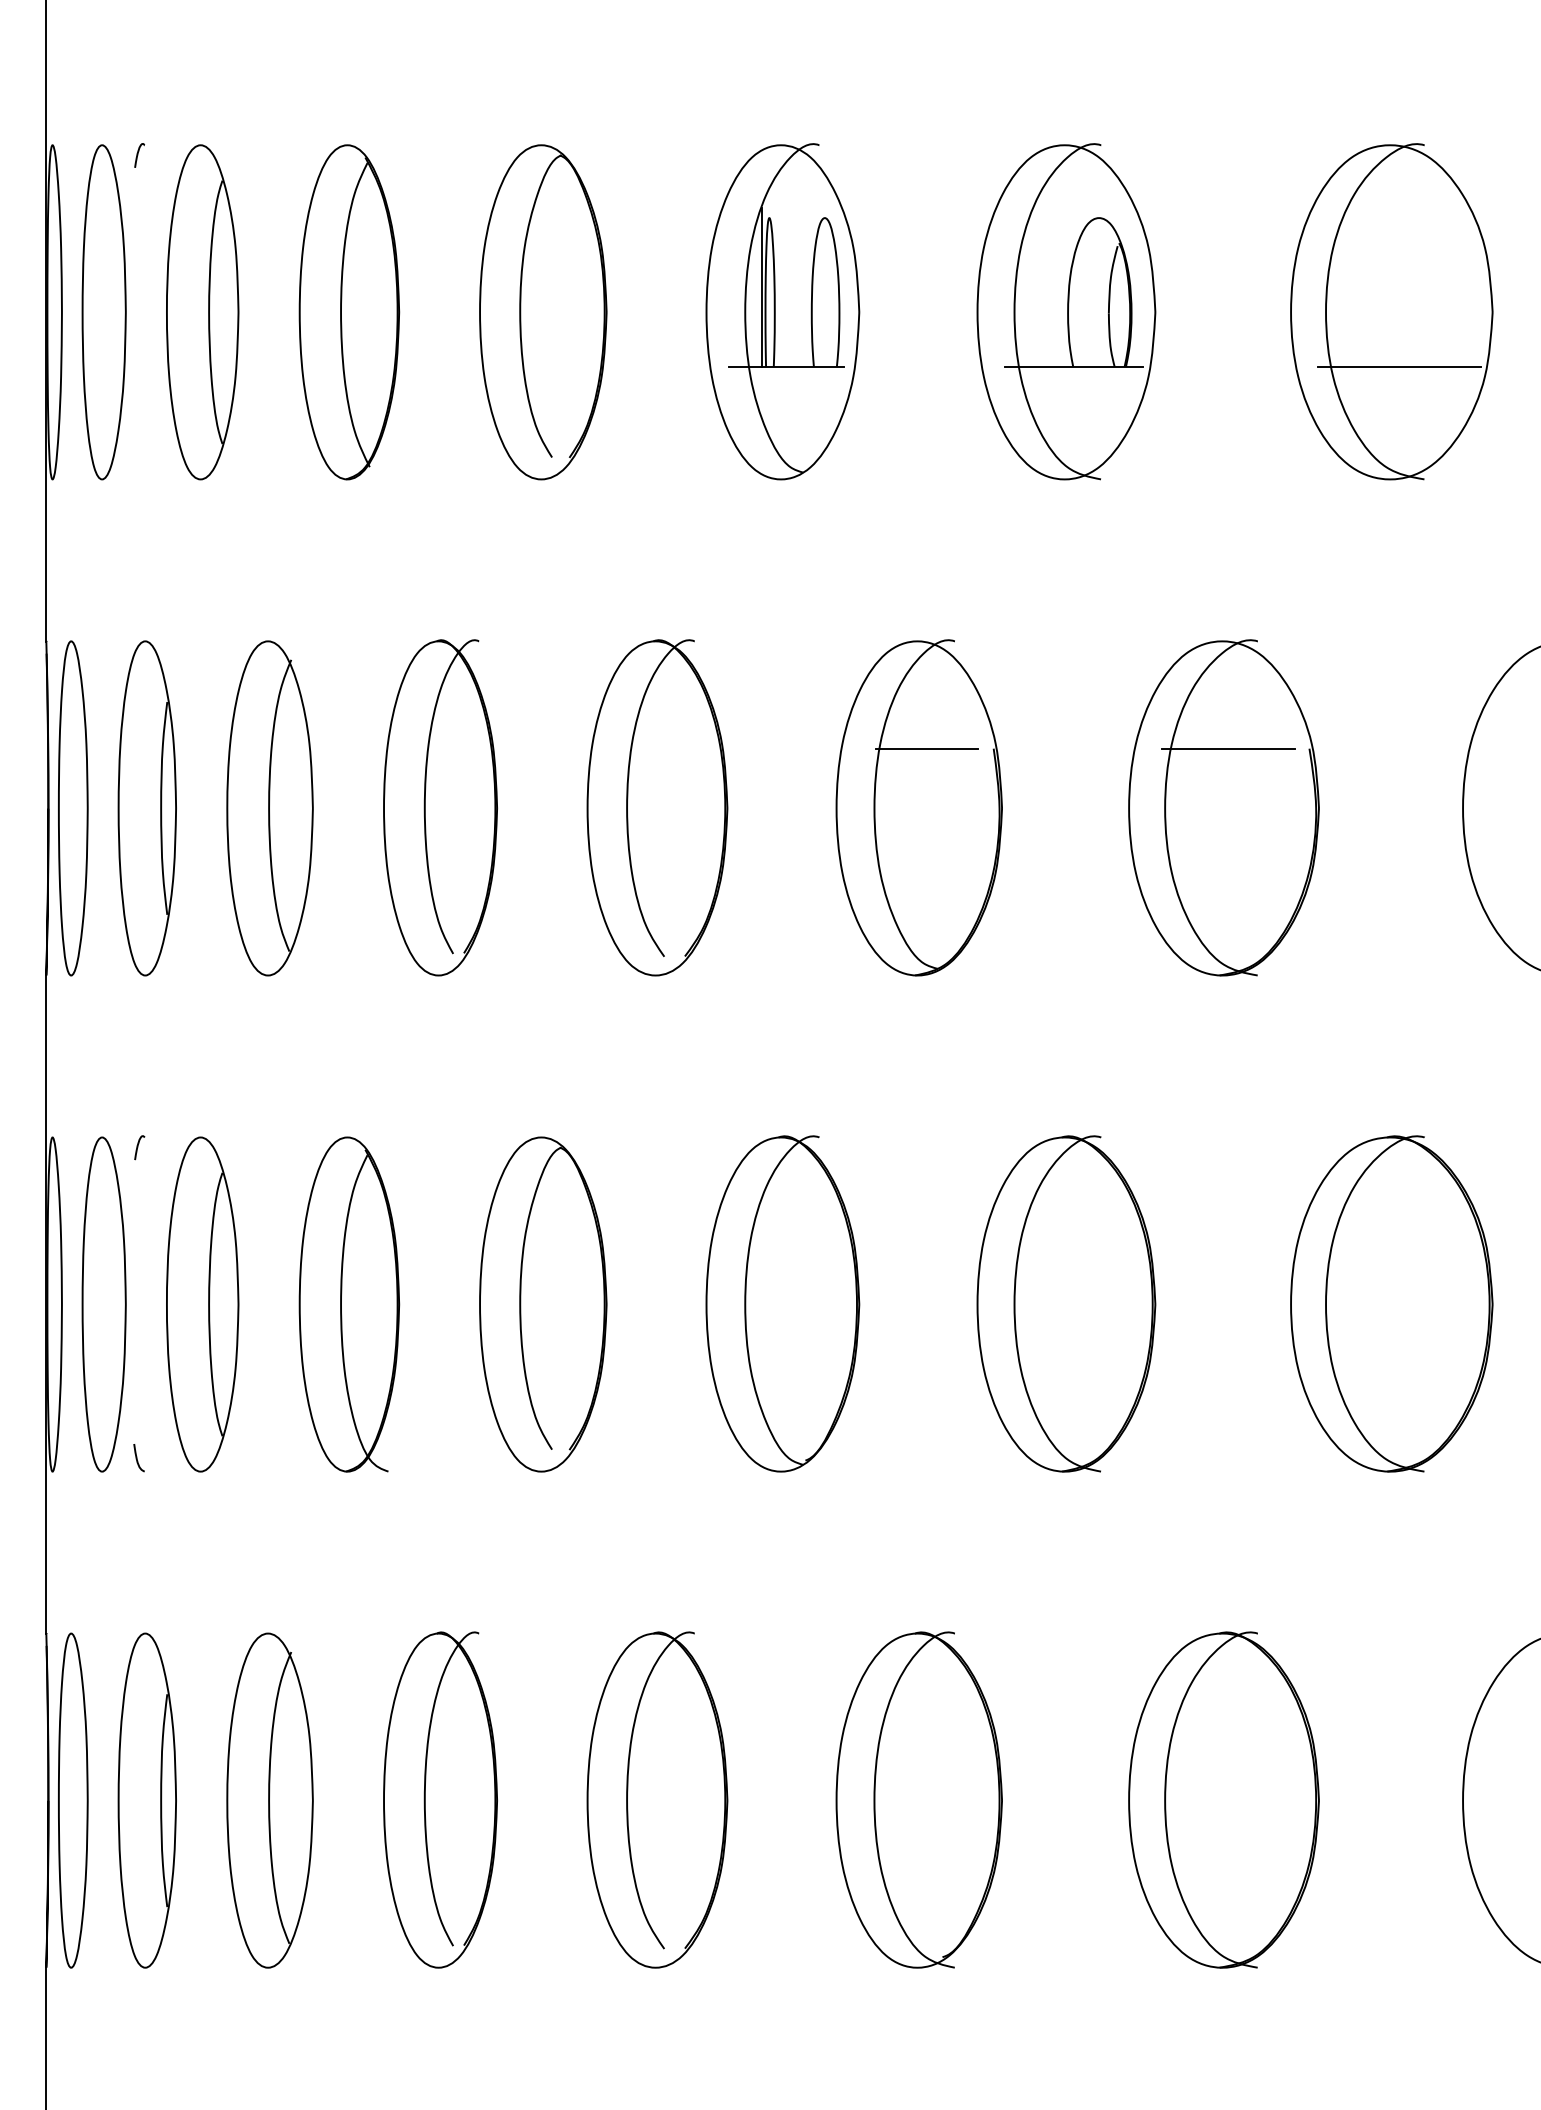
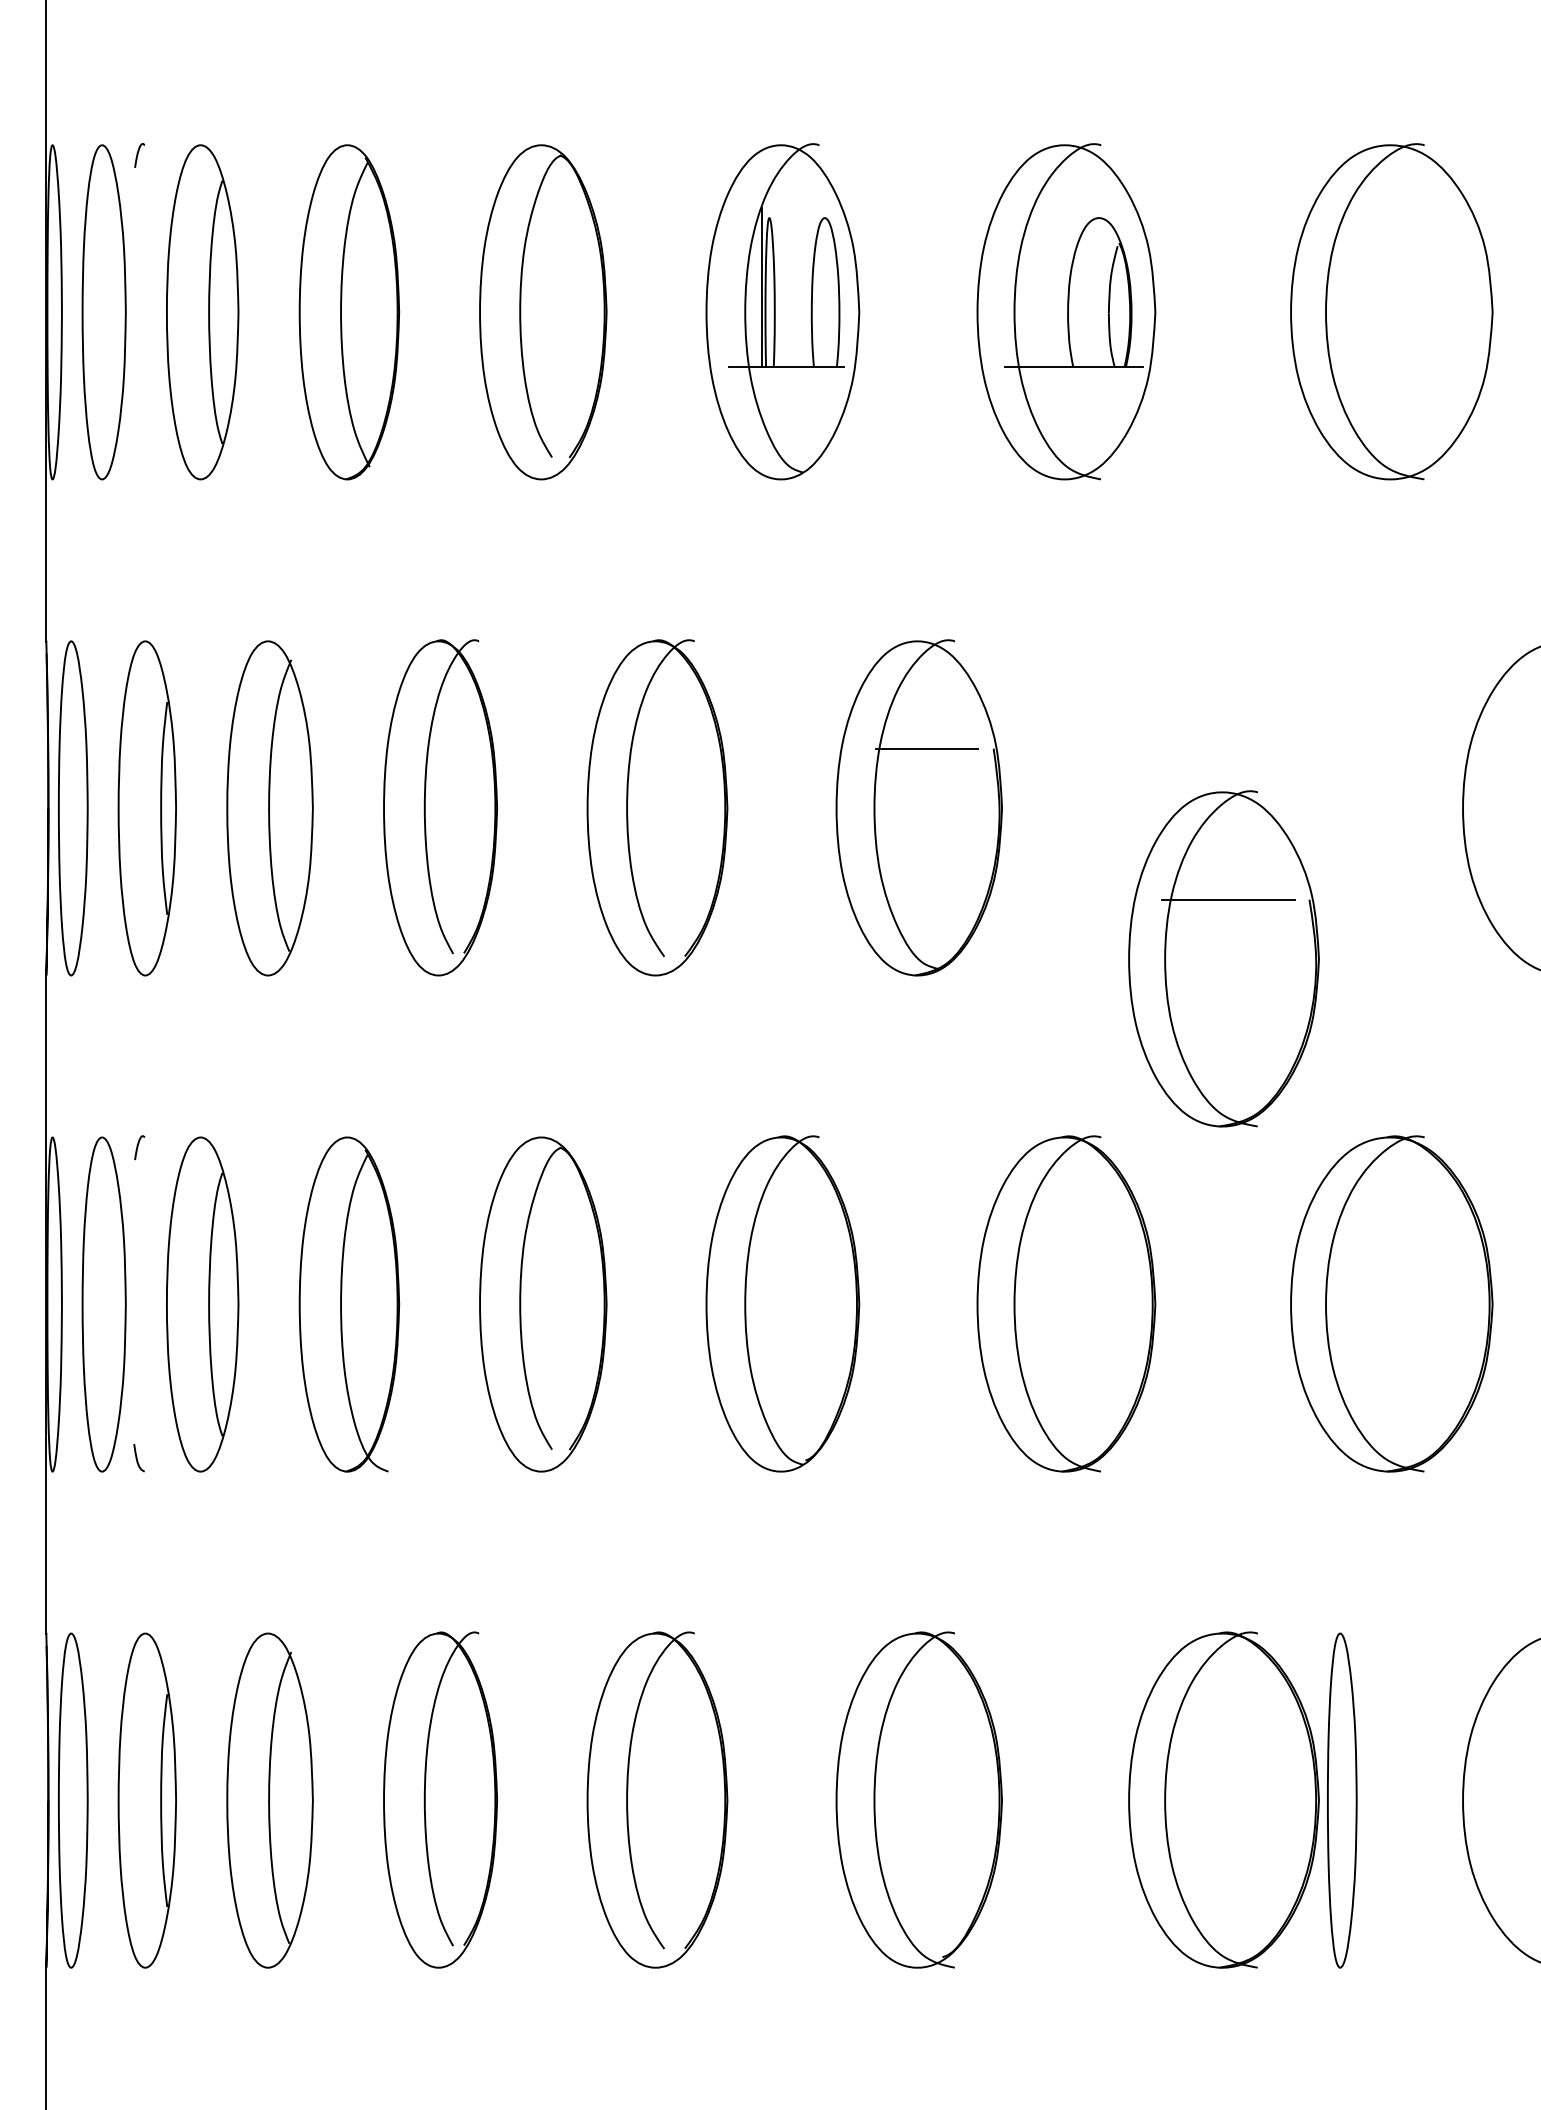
line at (1399, 366): present -> none
part at (1223, 807) position: (1223, 807) -> (1223, 958)
part at (1342, 1800): none -> present
